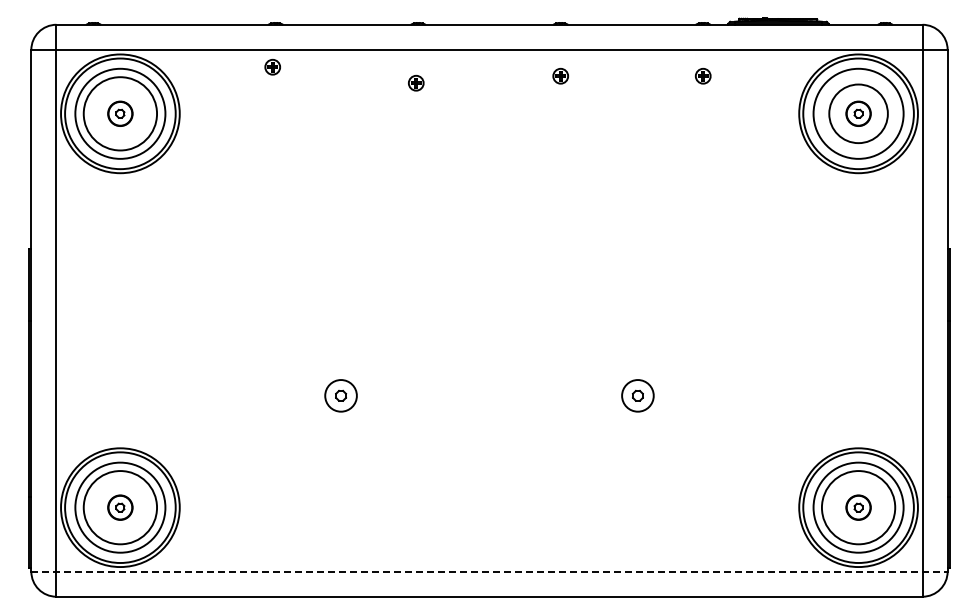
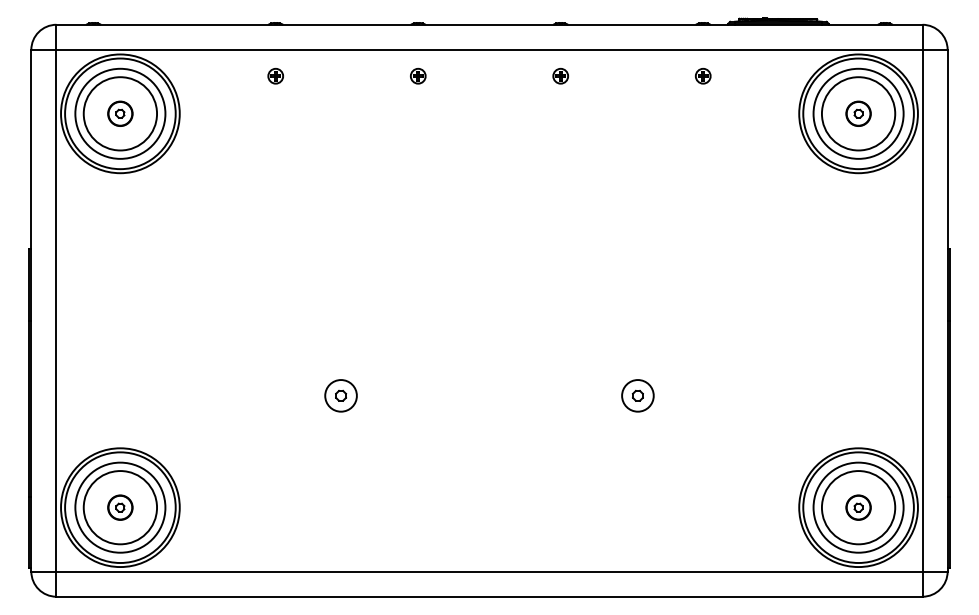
part at (272, 66) position: (272, 66) -> (275, 75)
part at (416, 82) position: (416, 82) -> (418, 75)
circle at (858, 113) diameter: 59 px -> 73 px
line at (489, 571): dashed -> solid
